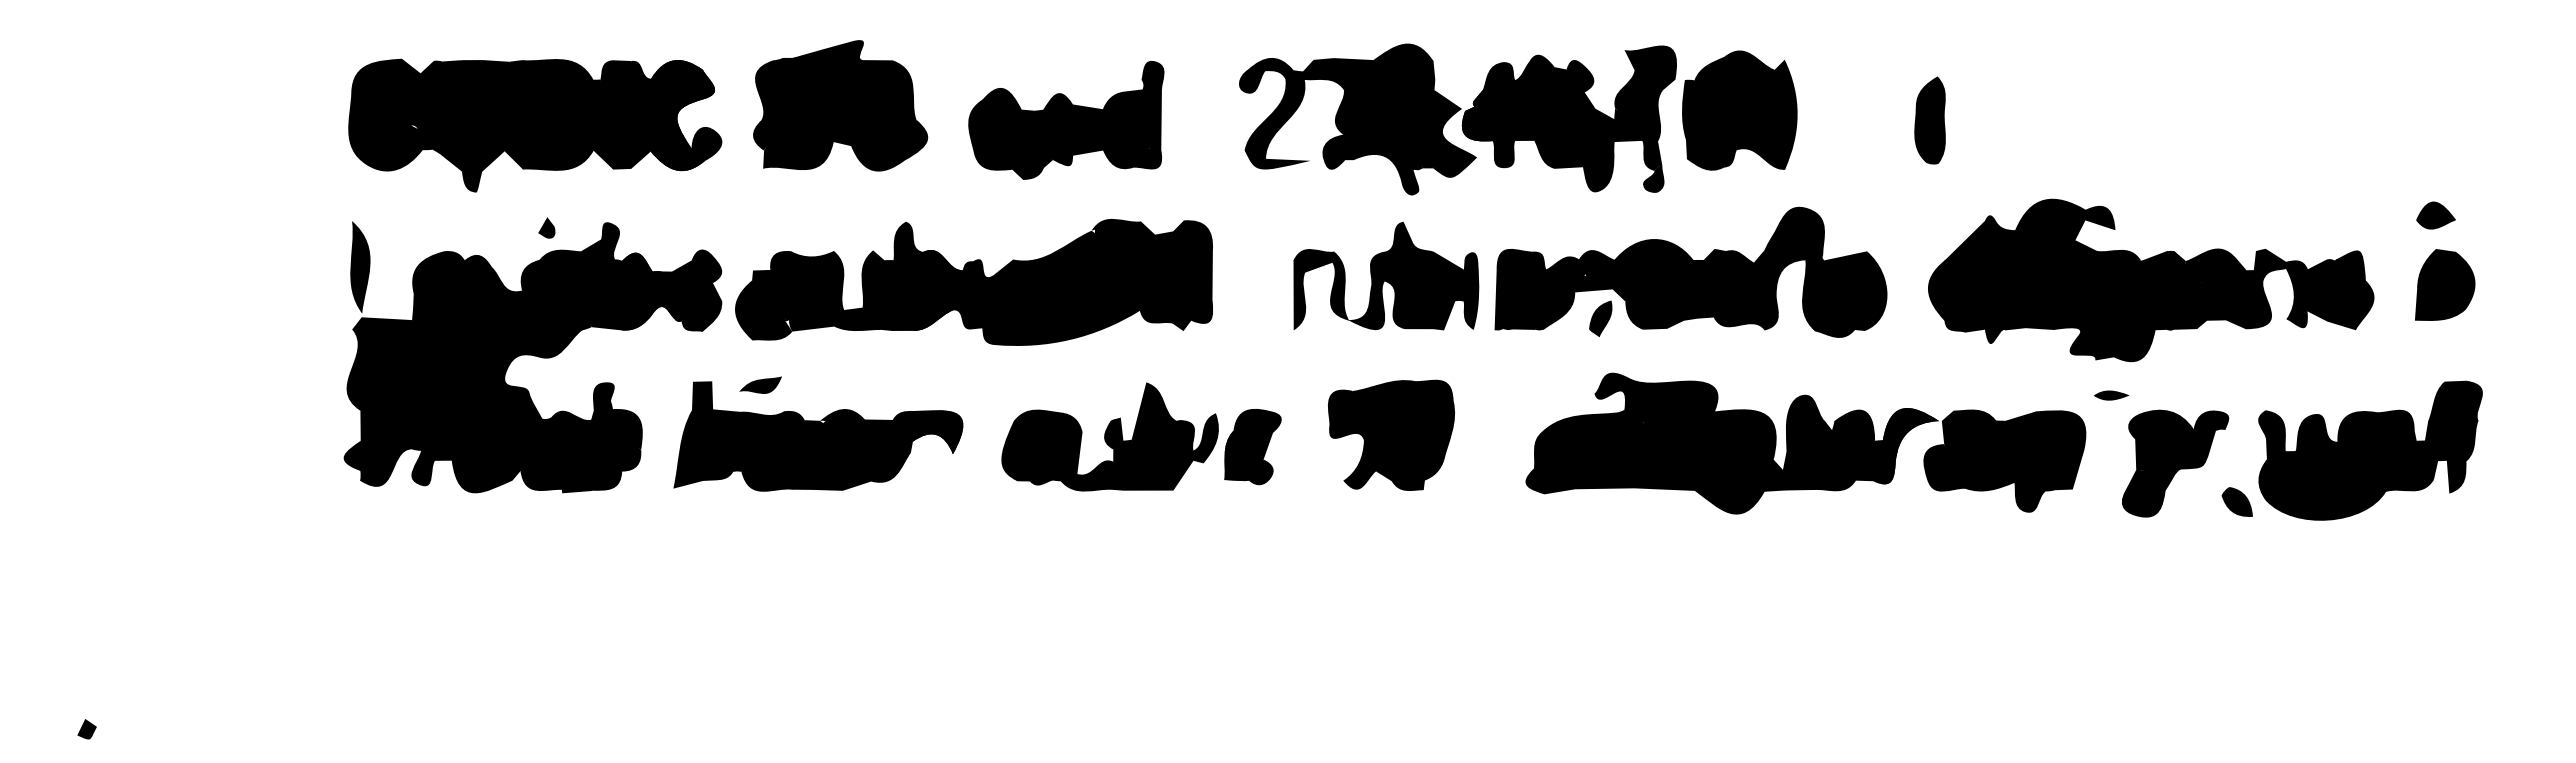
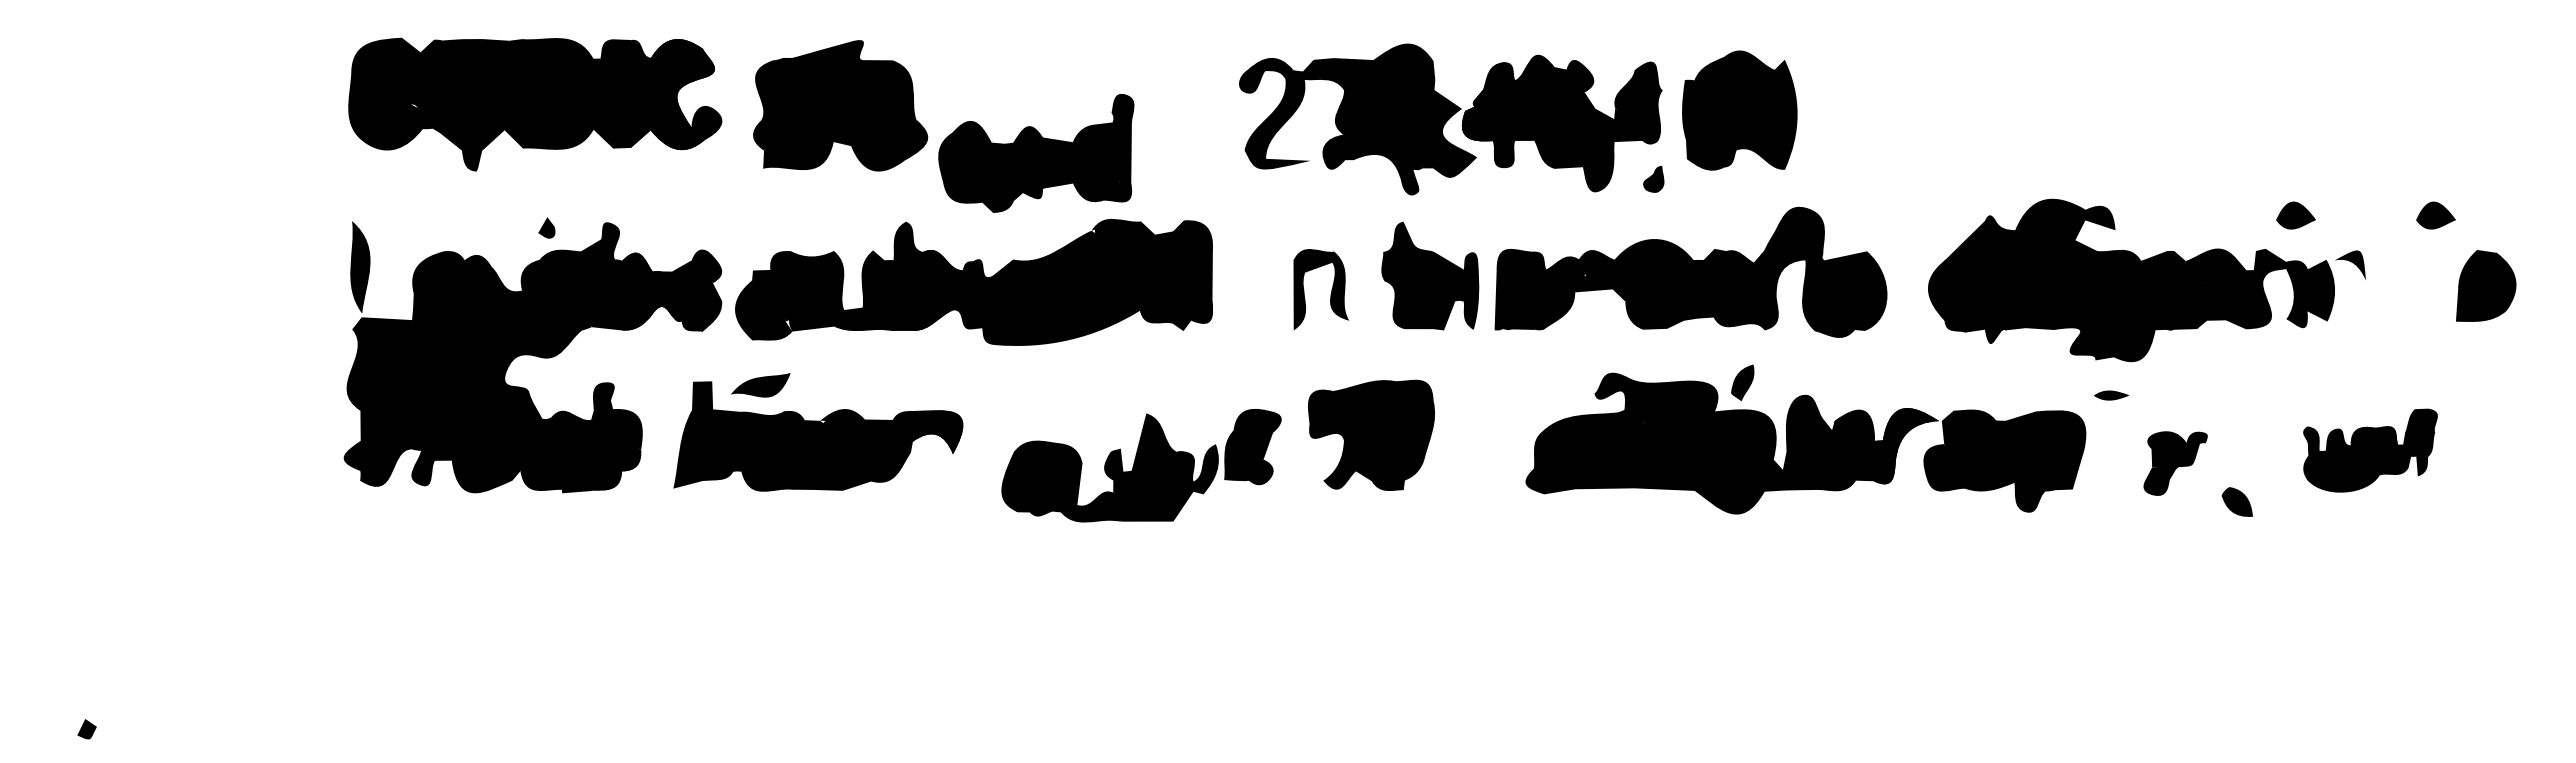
fill at (1650, 67): present -> none
part at (1066, 120) position: (1066, 120) -> (1036, 153)
part at (1929, 120): present -> none
part at (535, 125) position: (535, 125) -> (535, 104)
fill at (1652, 155): present -> none
part at (2295, 215): none -> present
part at (2445, 284) position: (2445, 284) -> (2486, 285)
fill at (1367, 290): present -> none
fill at (2347, 293): present -> none
part at (1600, 318) position: (1600, 318) -> (1742, 382)
part at (760, 384) size: 43x18 px -> 60x25 px
part at (1391, 434) position: (1391, 434) -> (1371, 434)
part at (1109, 436) position: (1109, 436) -> (1109, 467)
part at (2370, 450) size: 225x141 px -> 135x85 px
part at (2175, 463) size: 108x109 px -> 65x65 px
